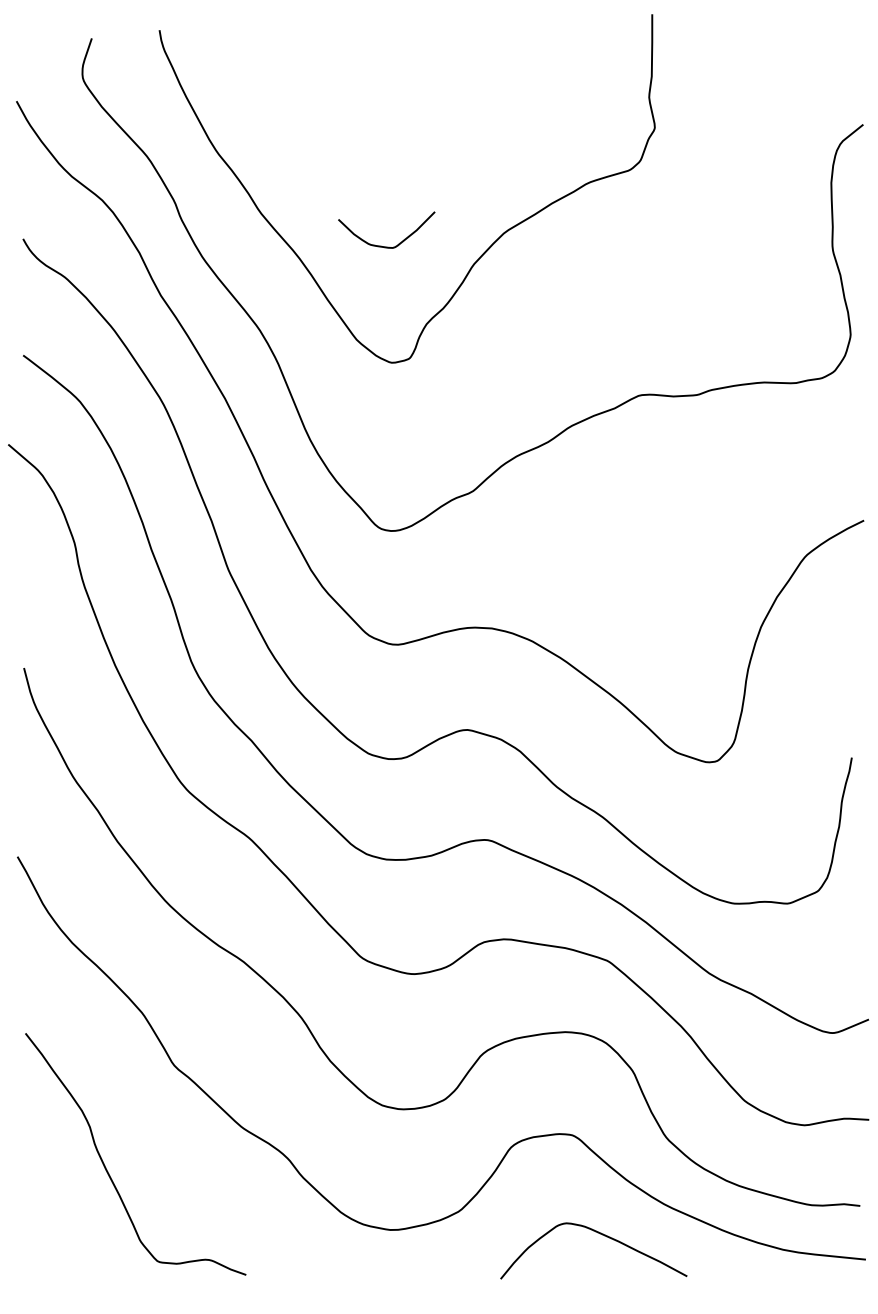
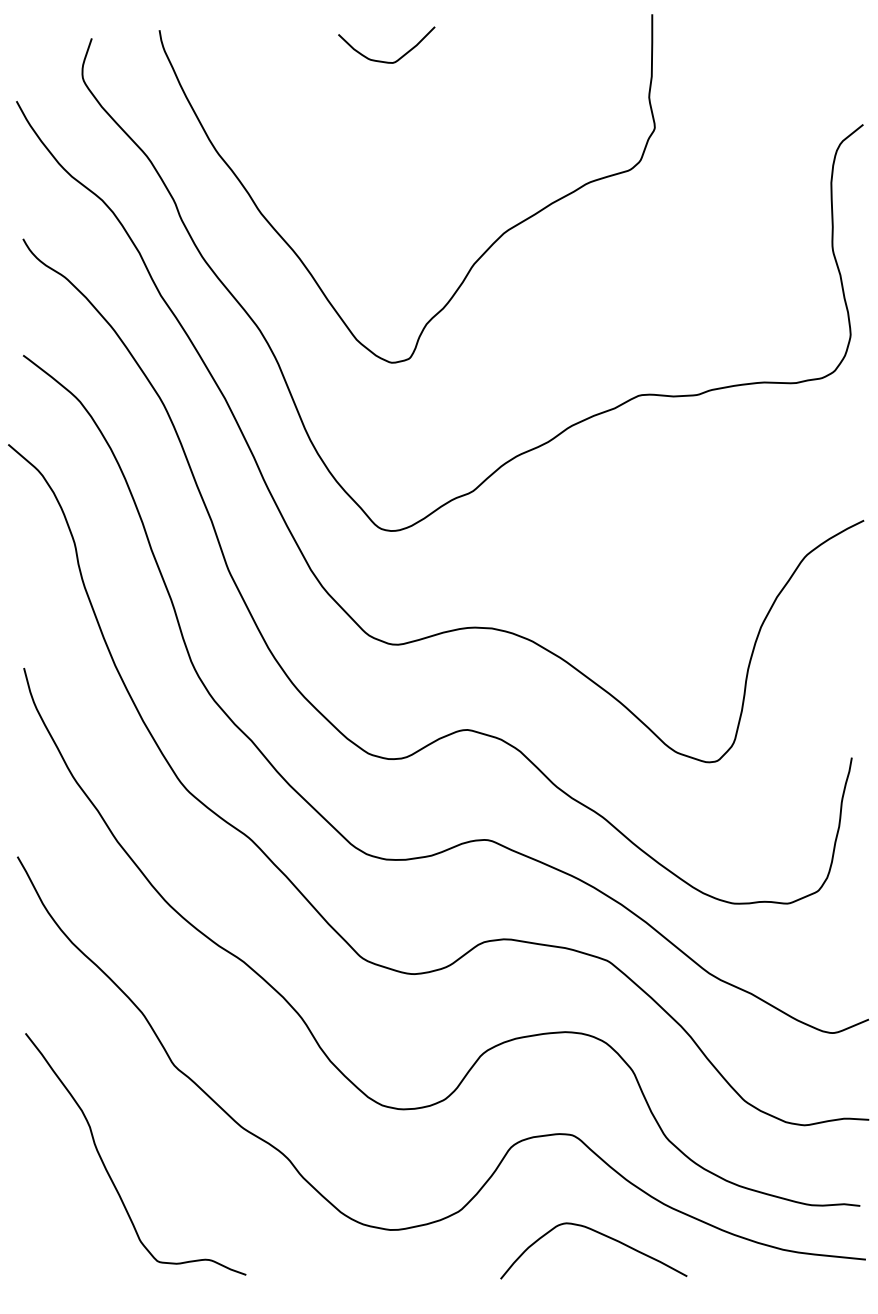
curve at (381, 245) position: (381, 245) -> (381, 60)
